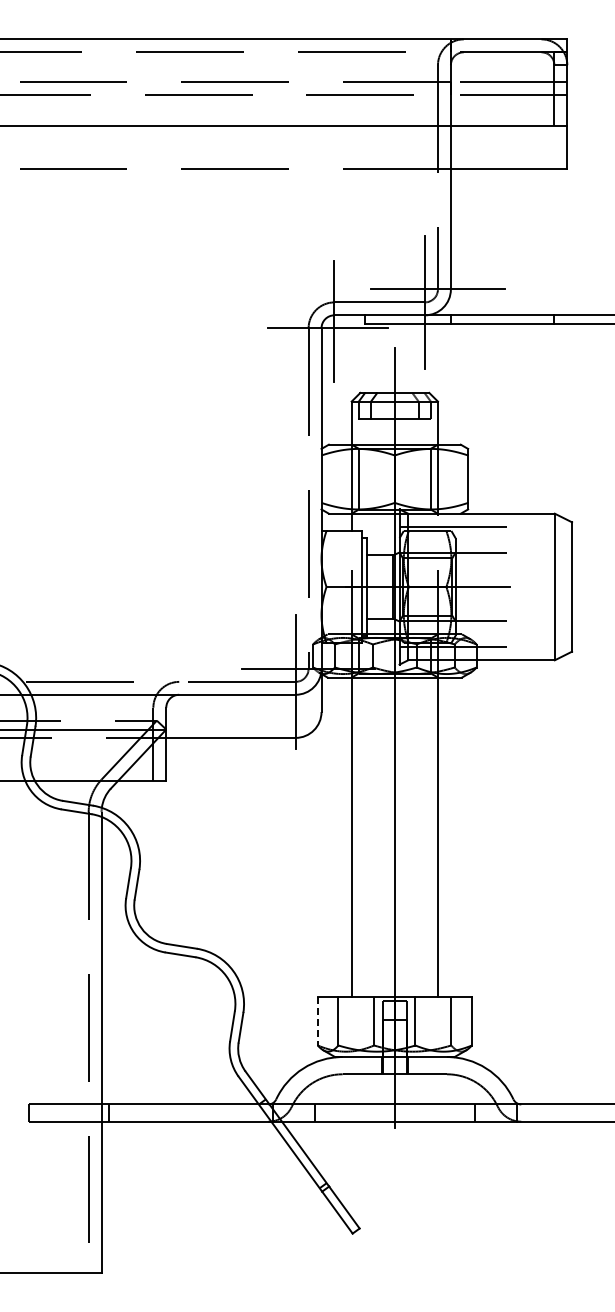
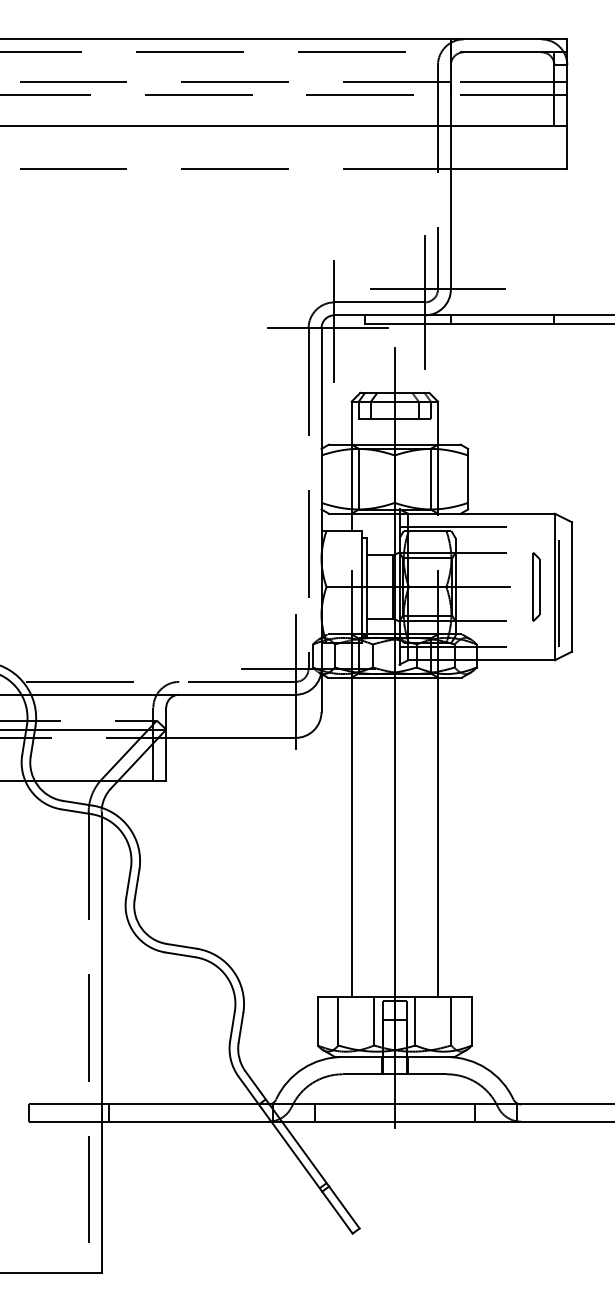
part at (536, 586): none -> present
line at (559, 586): none -> present
line at (317, 1021): dashed -> solid
